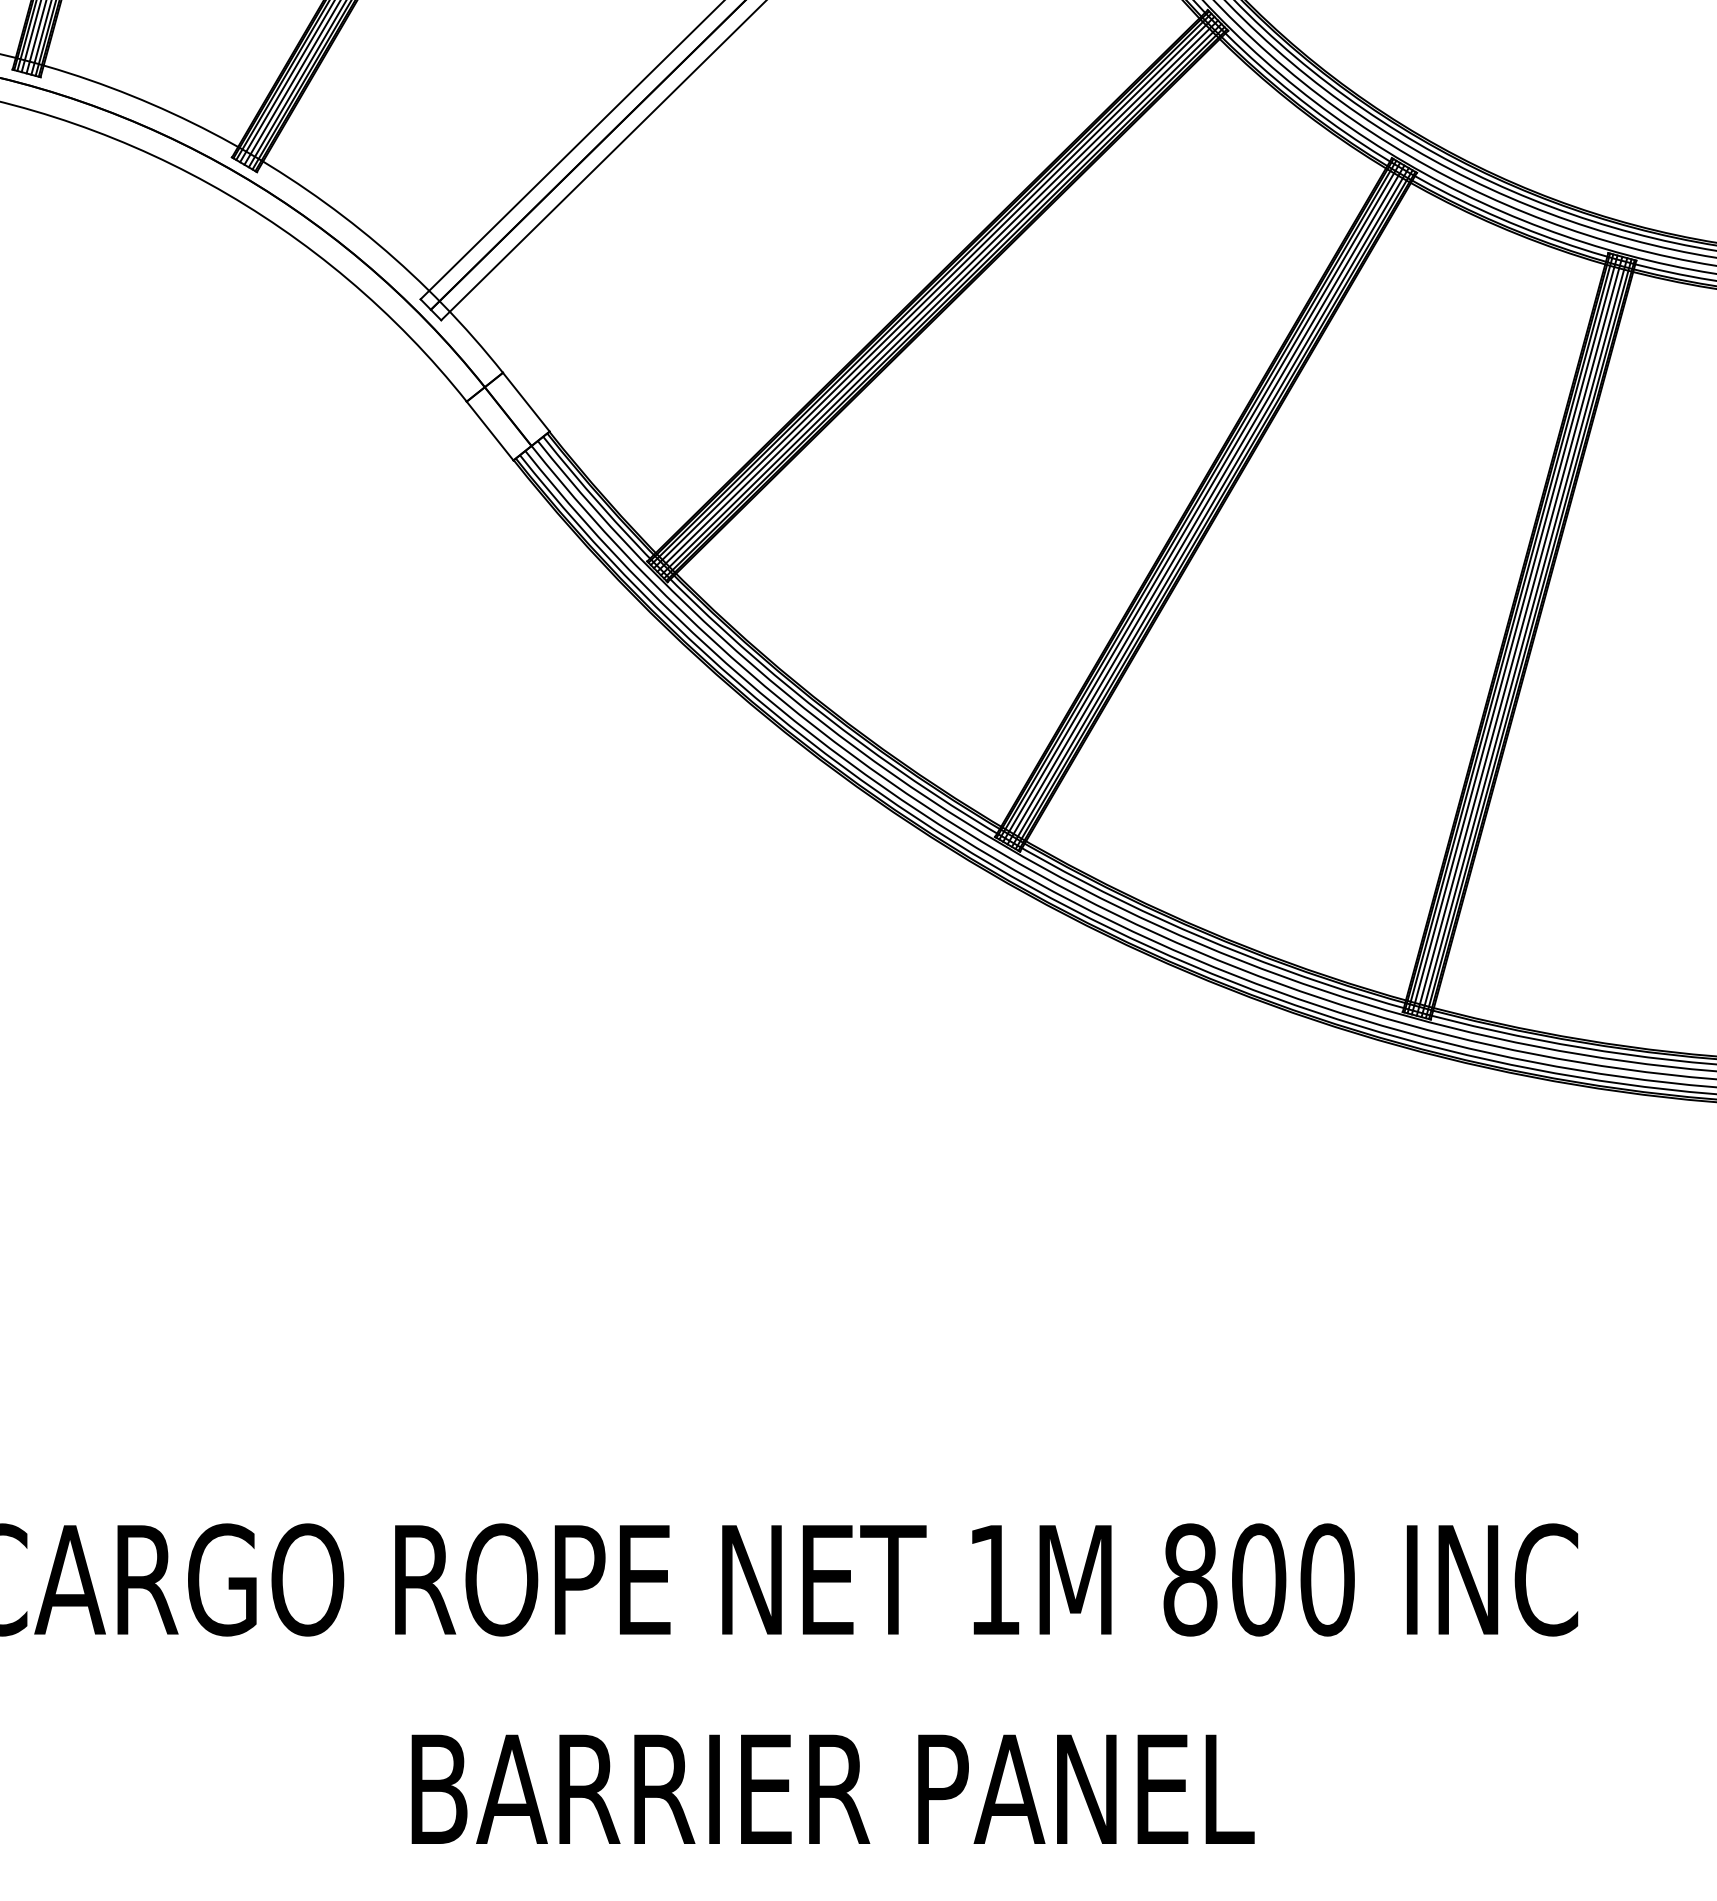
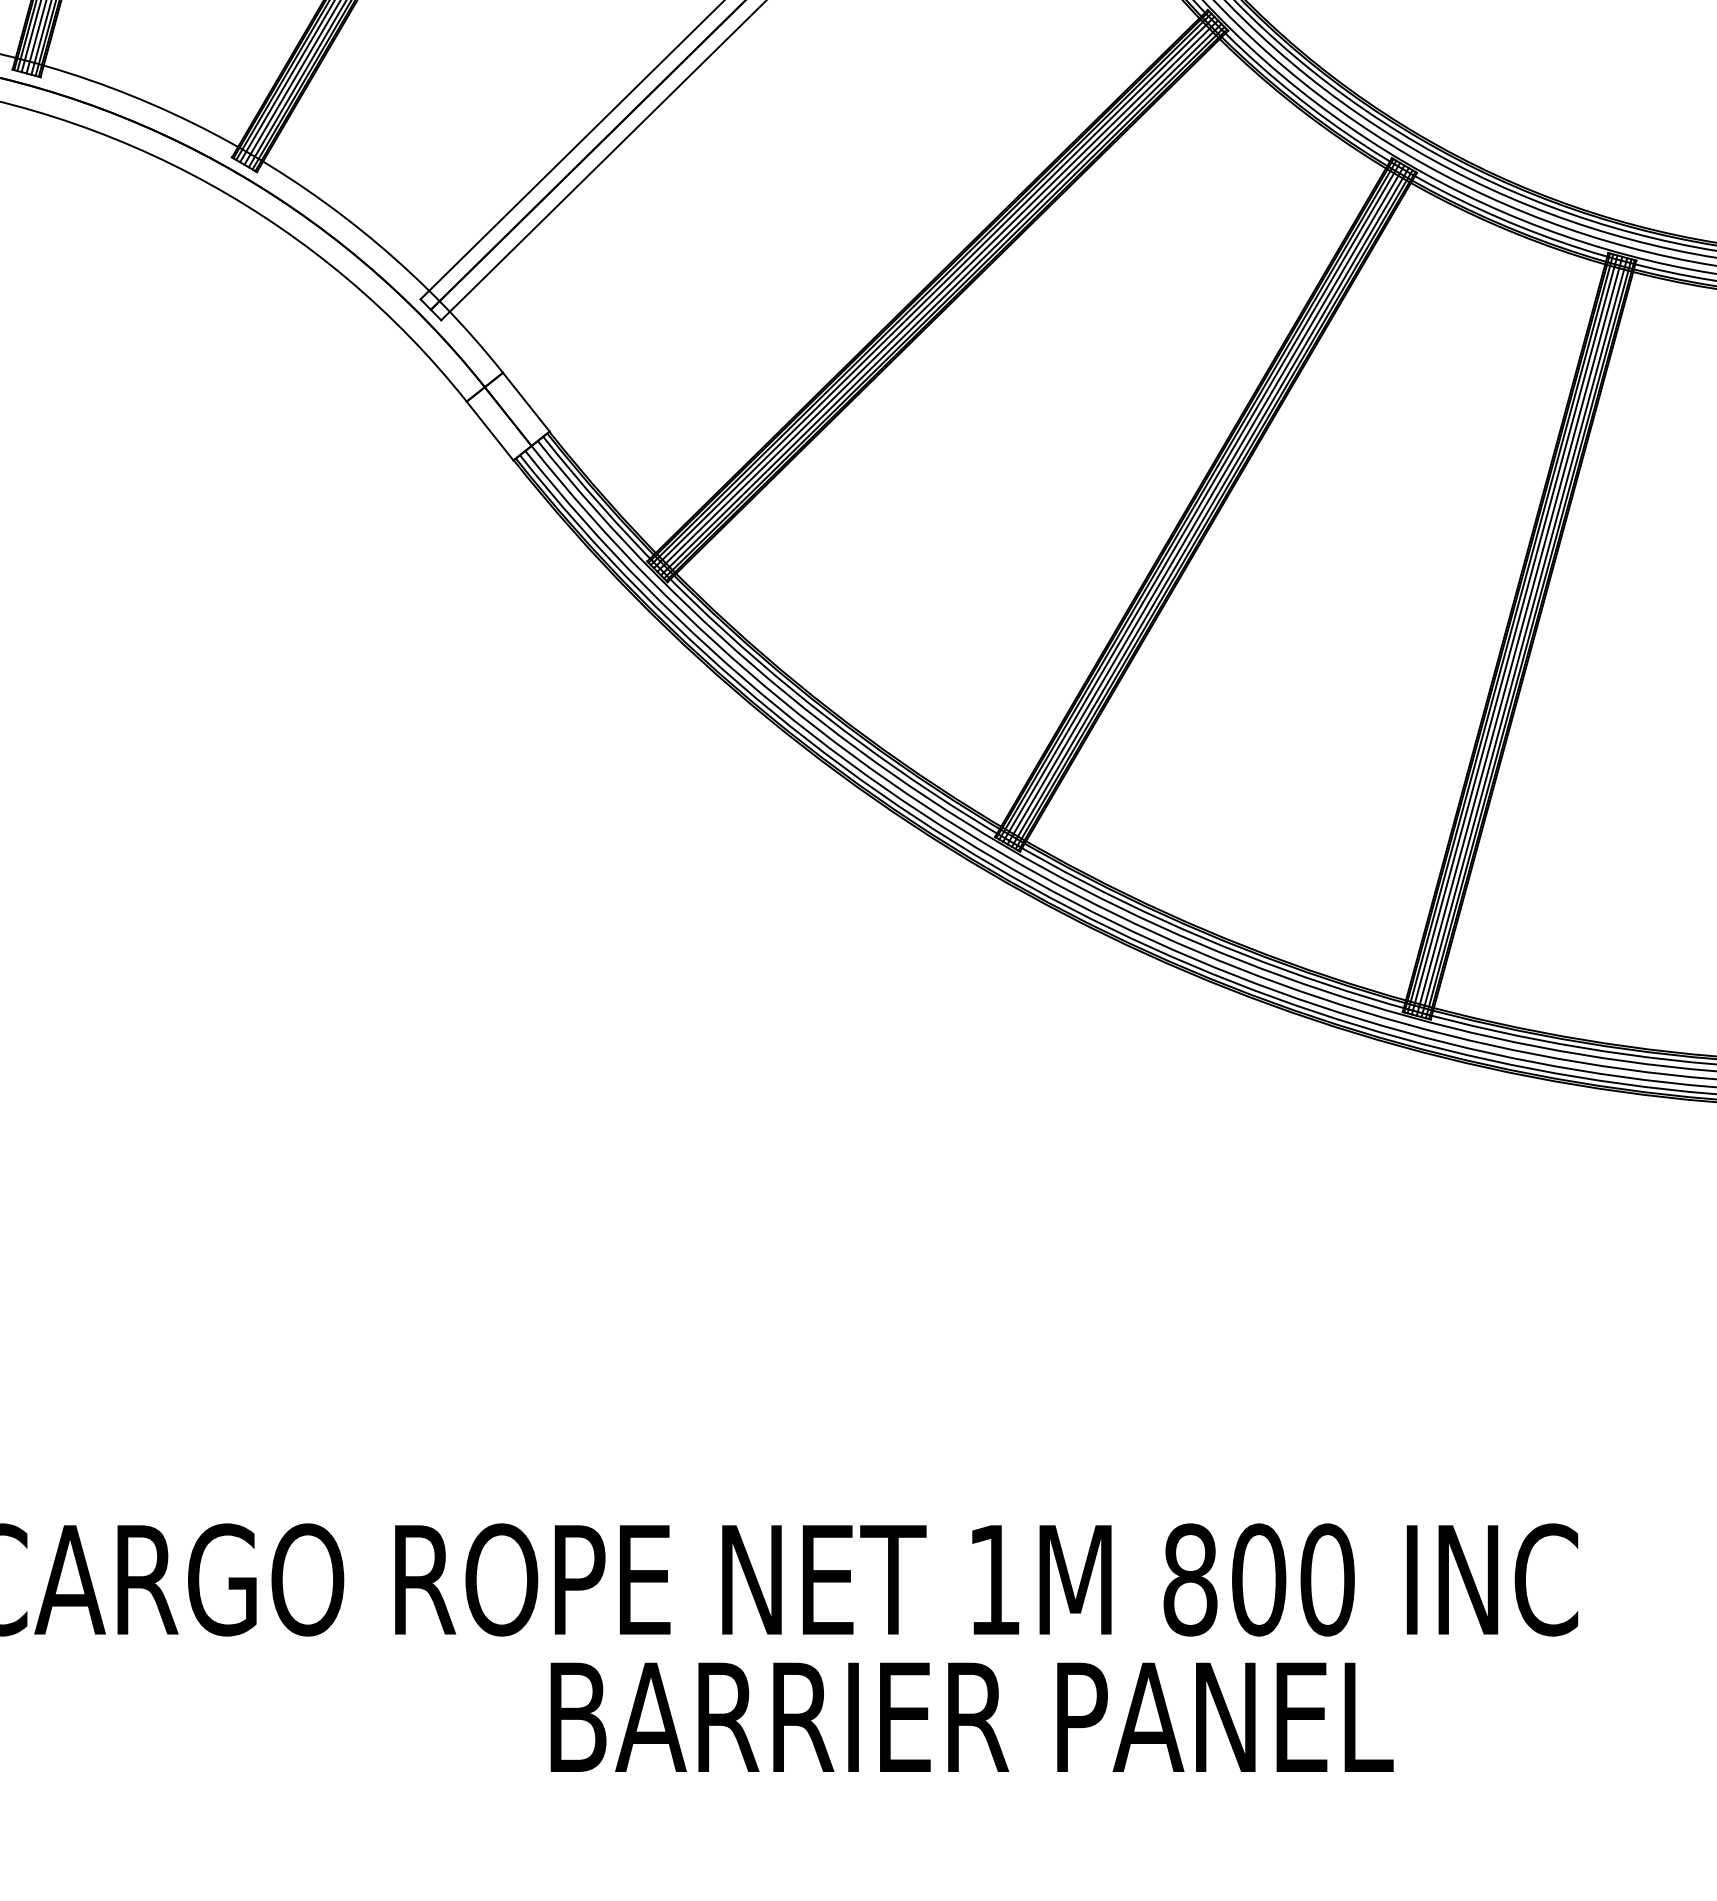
text at (832, 1788) position: (832, 1788) -> (971, 1716)
